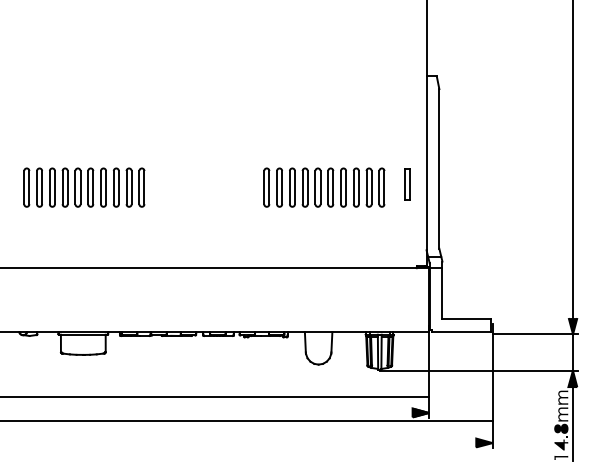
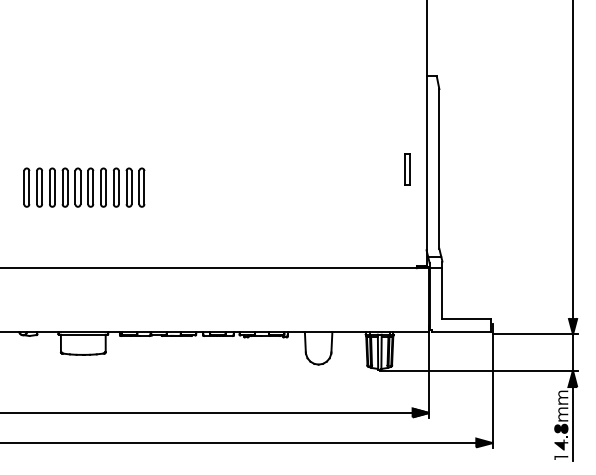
part at (407, 184) position: (407, 184) -> (407, 169)
part at (324, 187): present -> none
line at (215, 397) position: (215, 397) -> (215, 413)
line at (247, 420) position: (247, 420) -> (247, 442)
